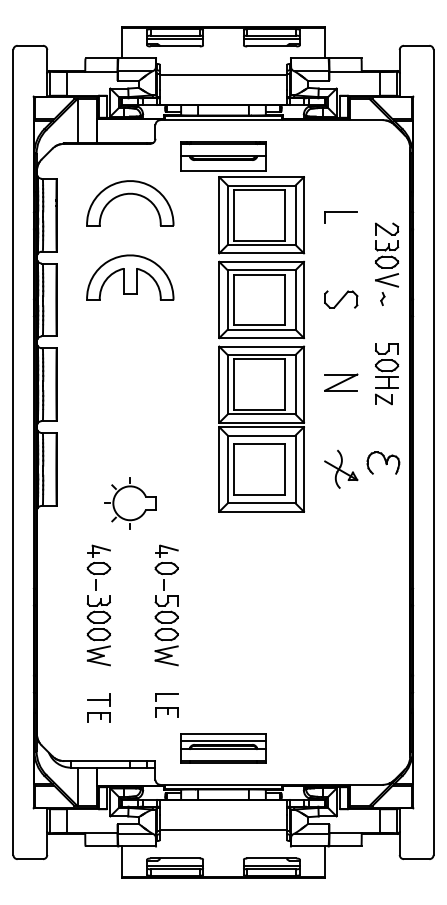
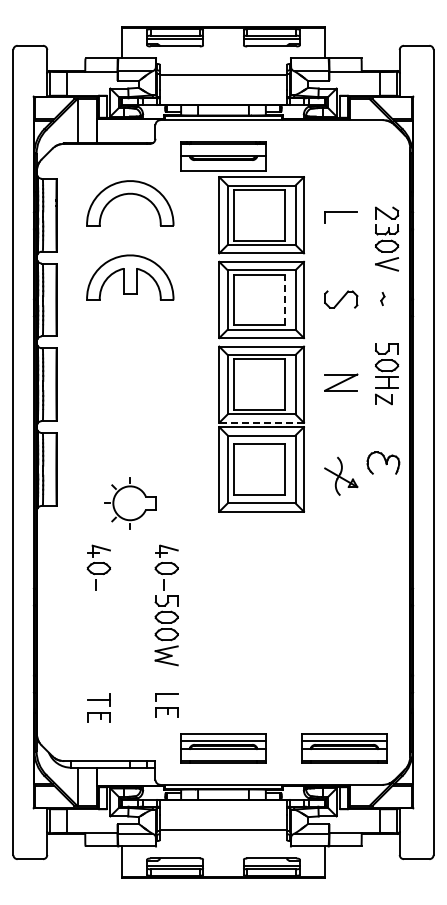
part at (387, 254) position: (387, 254) -> (387, 238)
line at (284, 299): solid -> dashed
line at (261, 422): solid -> dashed
part at (341, 468) position: (341, 468) -> (341, 475)
part at (98, 630): present -> none
part at (344, 748): none -> present
